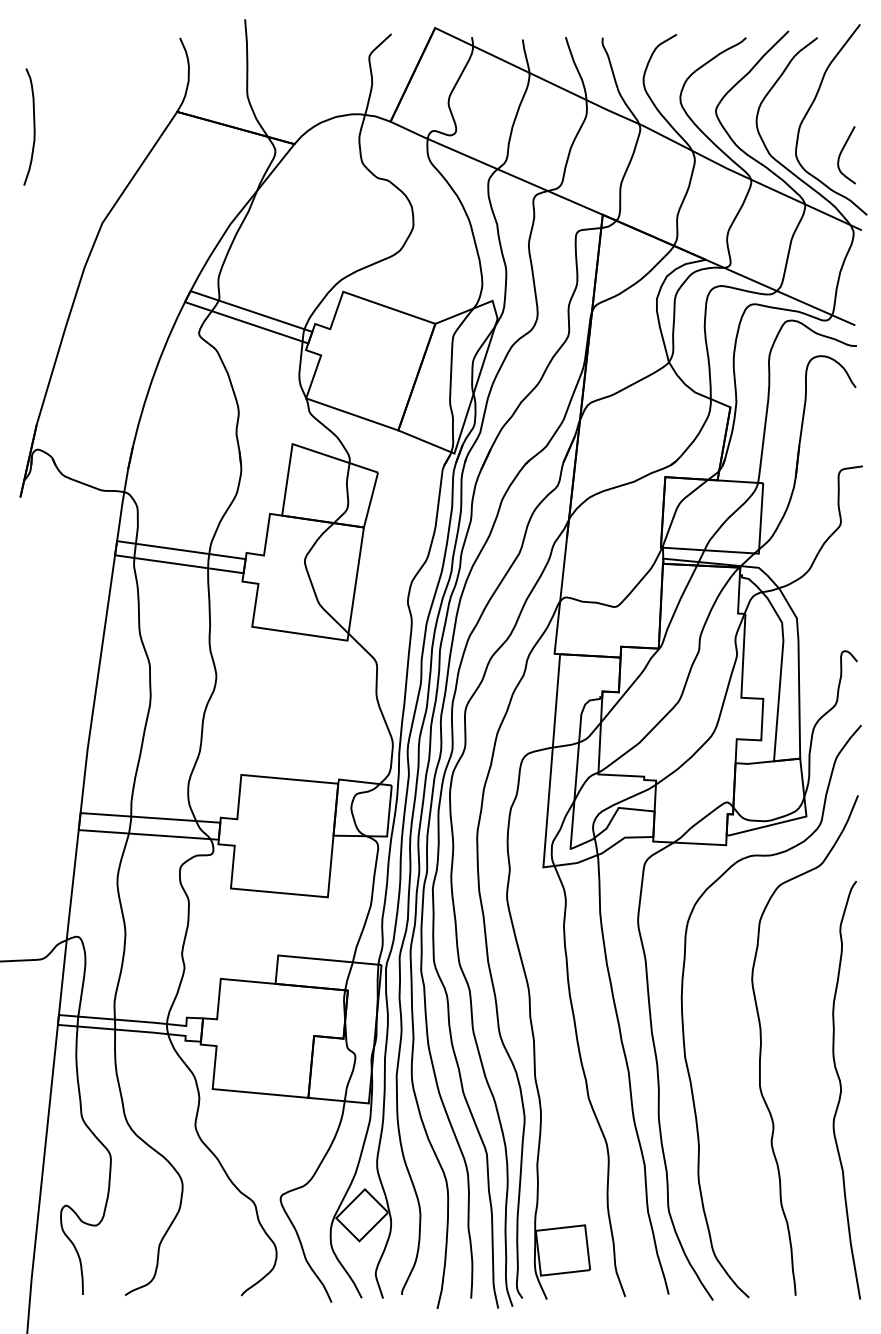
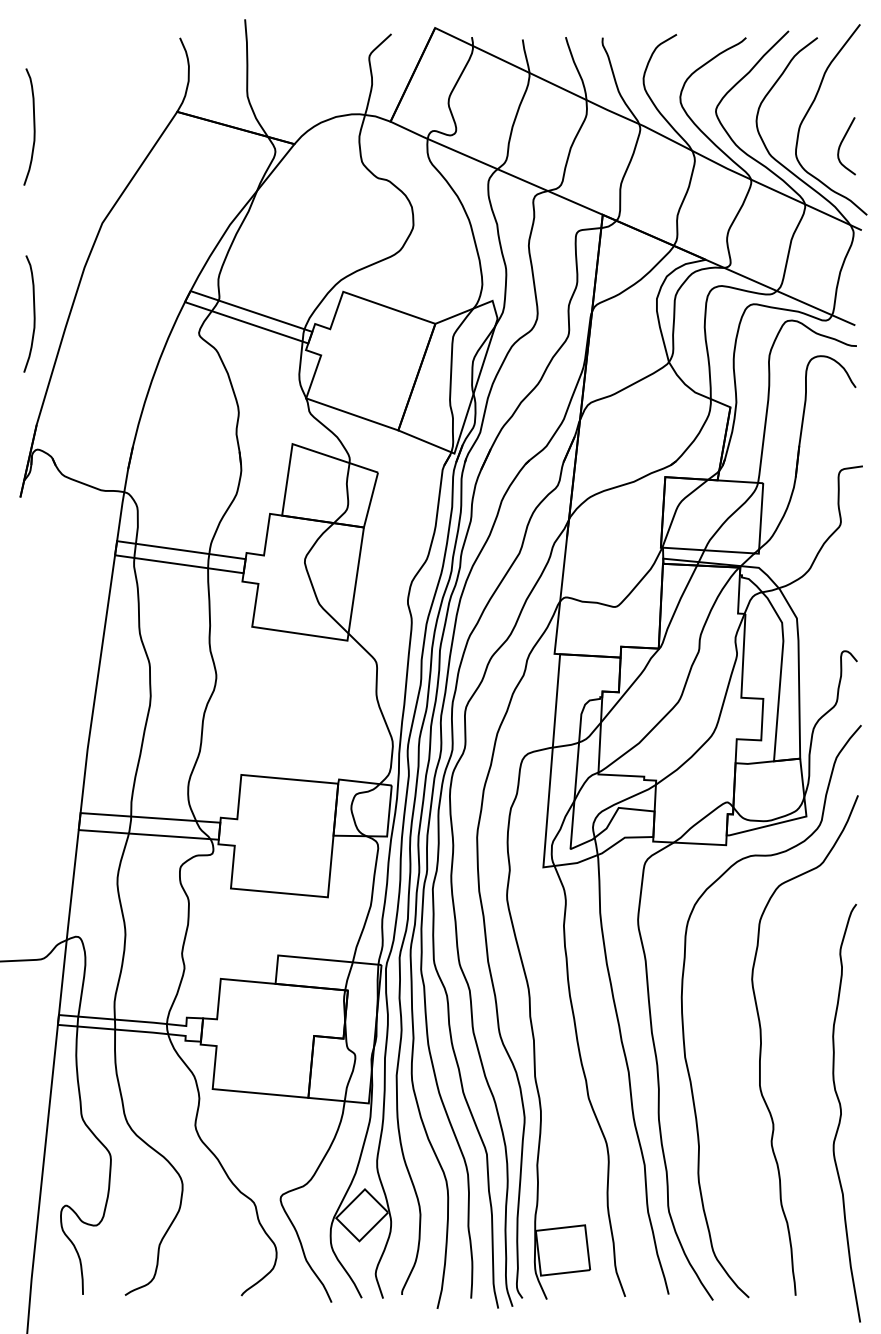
curve at (841, 154) position: (841, 154) -> (841, 145)
curve at (33, 313): none -> present
curve at (841, 1089) position: (841, 1089) -> (841, 1112)
